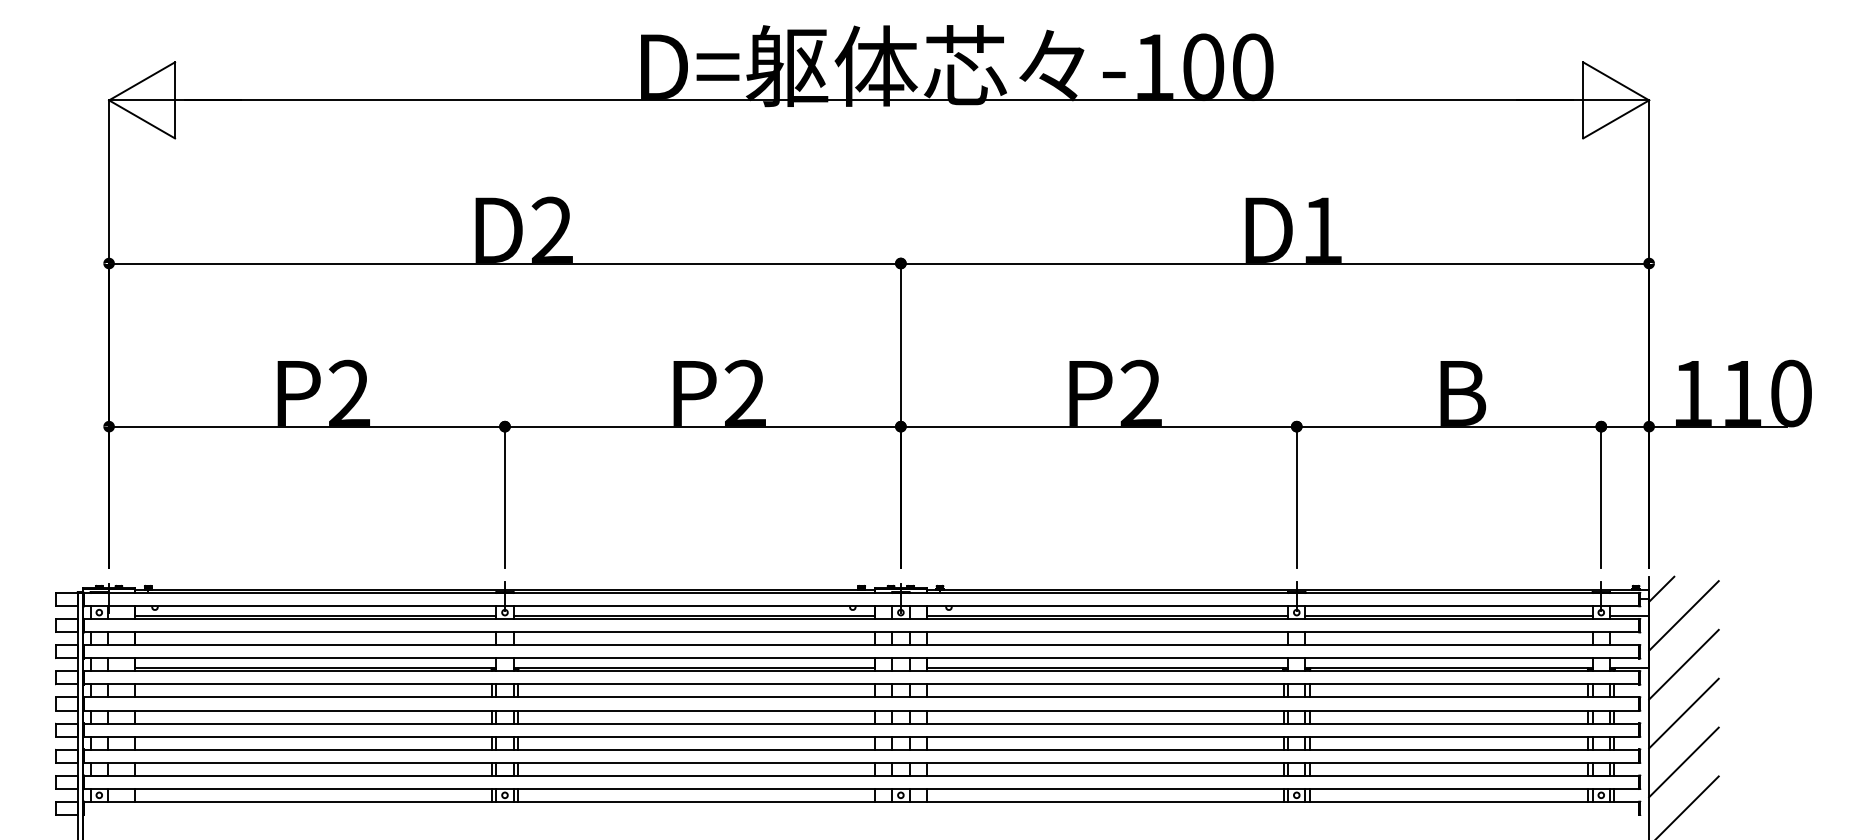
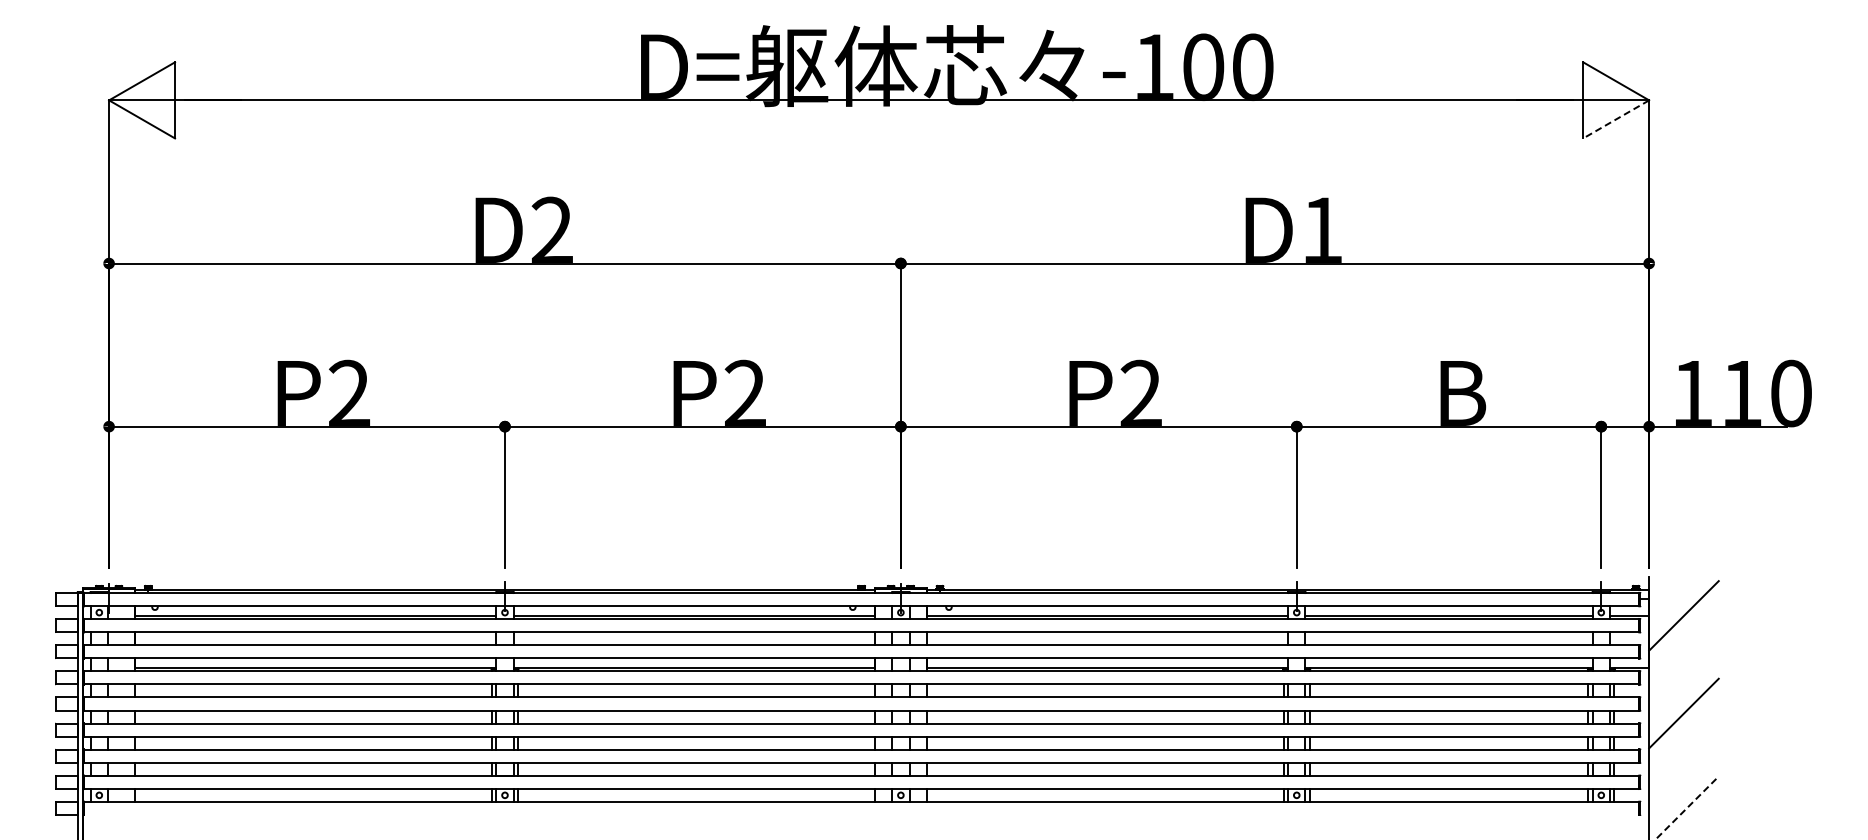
line at (1615, 119): solid -> dashed
line at (1661, 588): present -> none
line at (1683, 664): present -> none
line at (1683, 762): present -> none
line at (1687, 808): solid -> dashed
